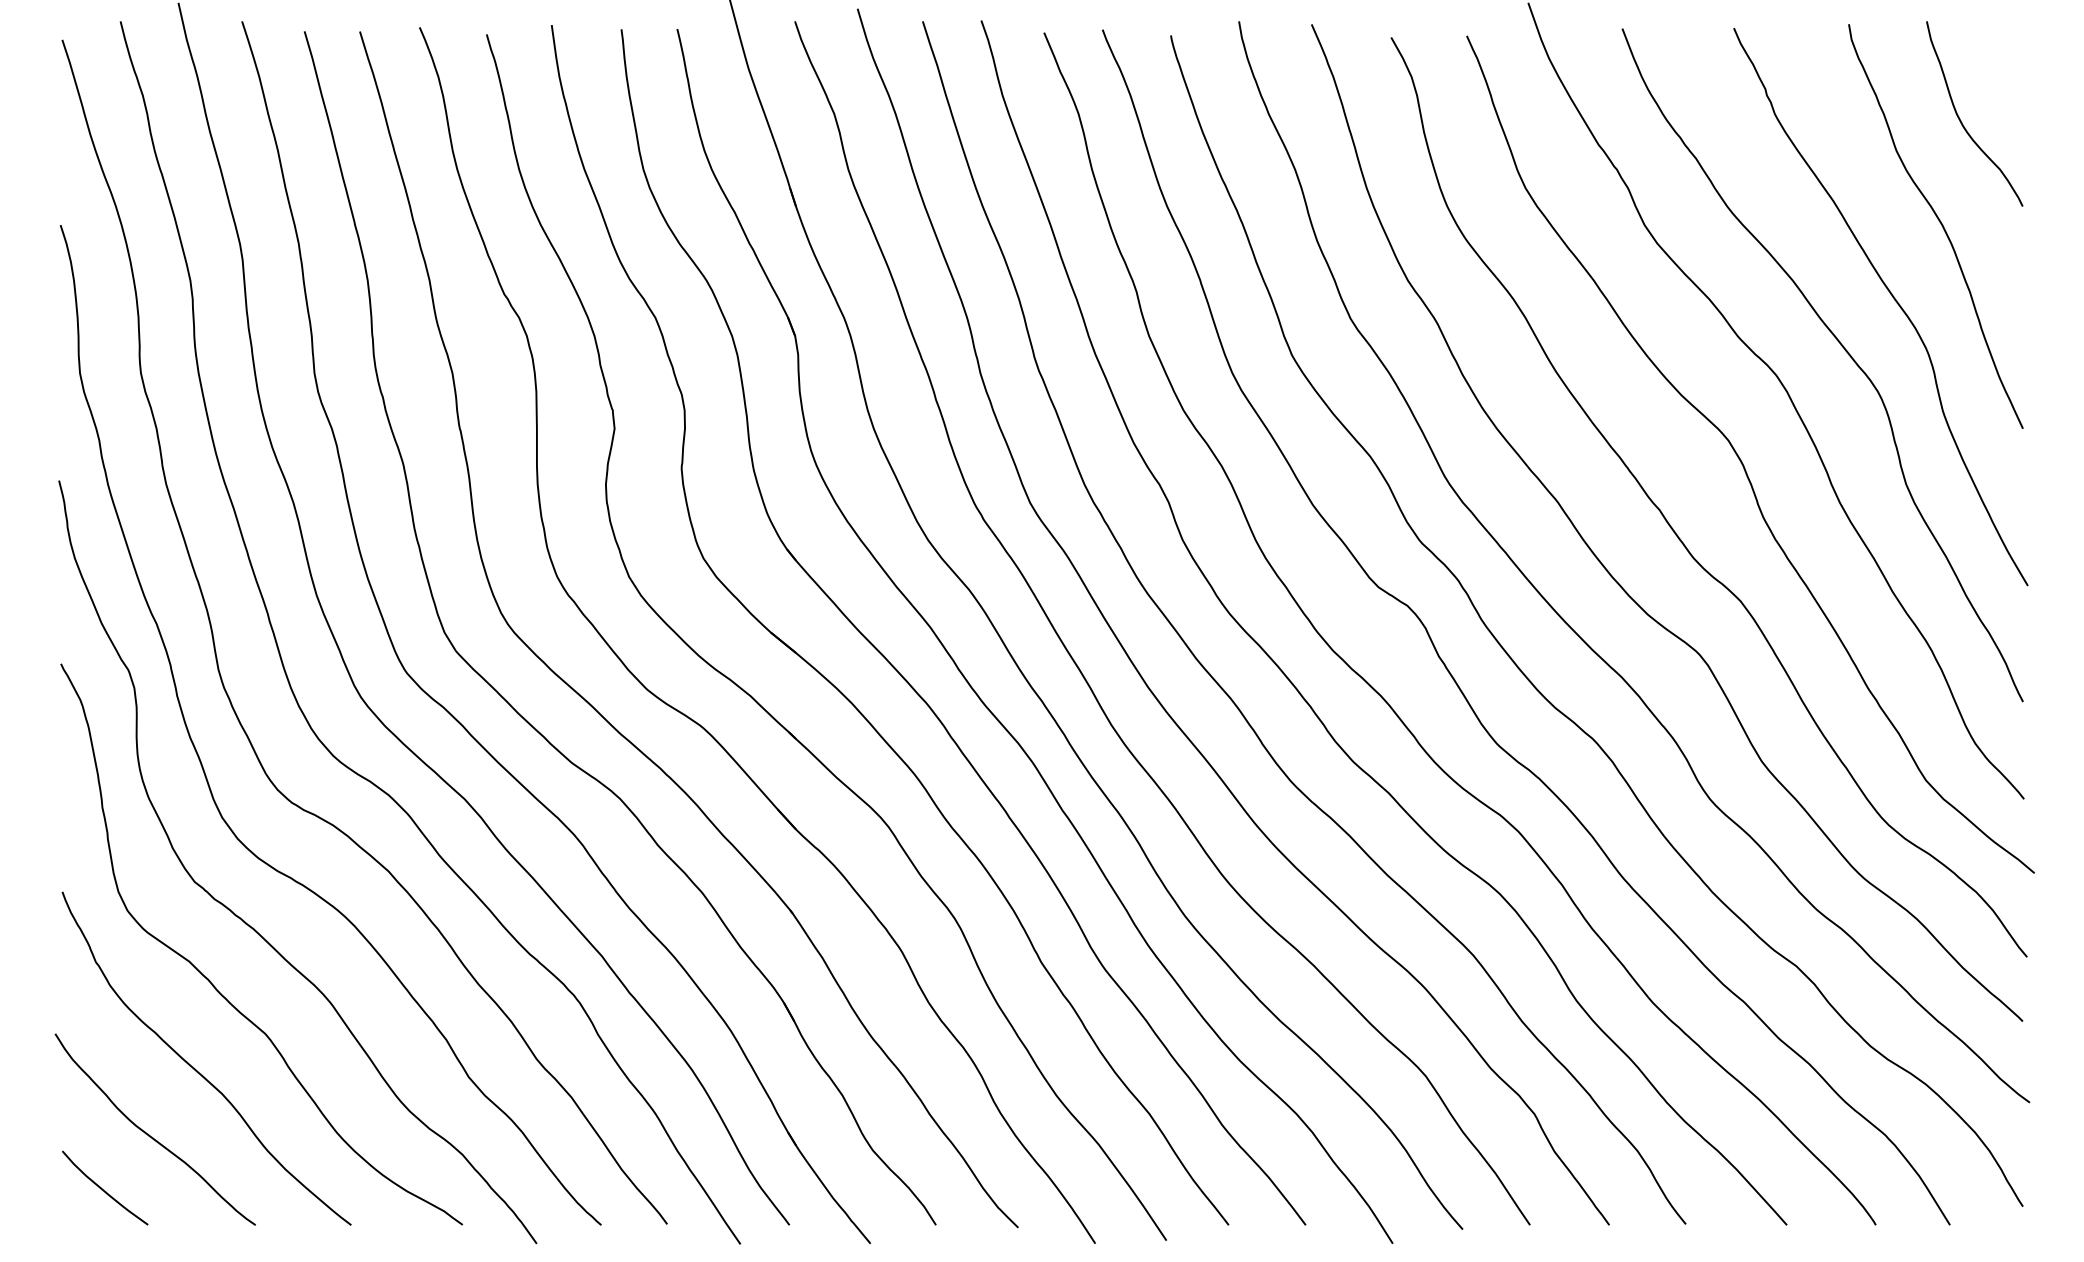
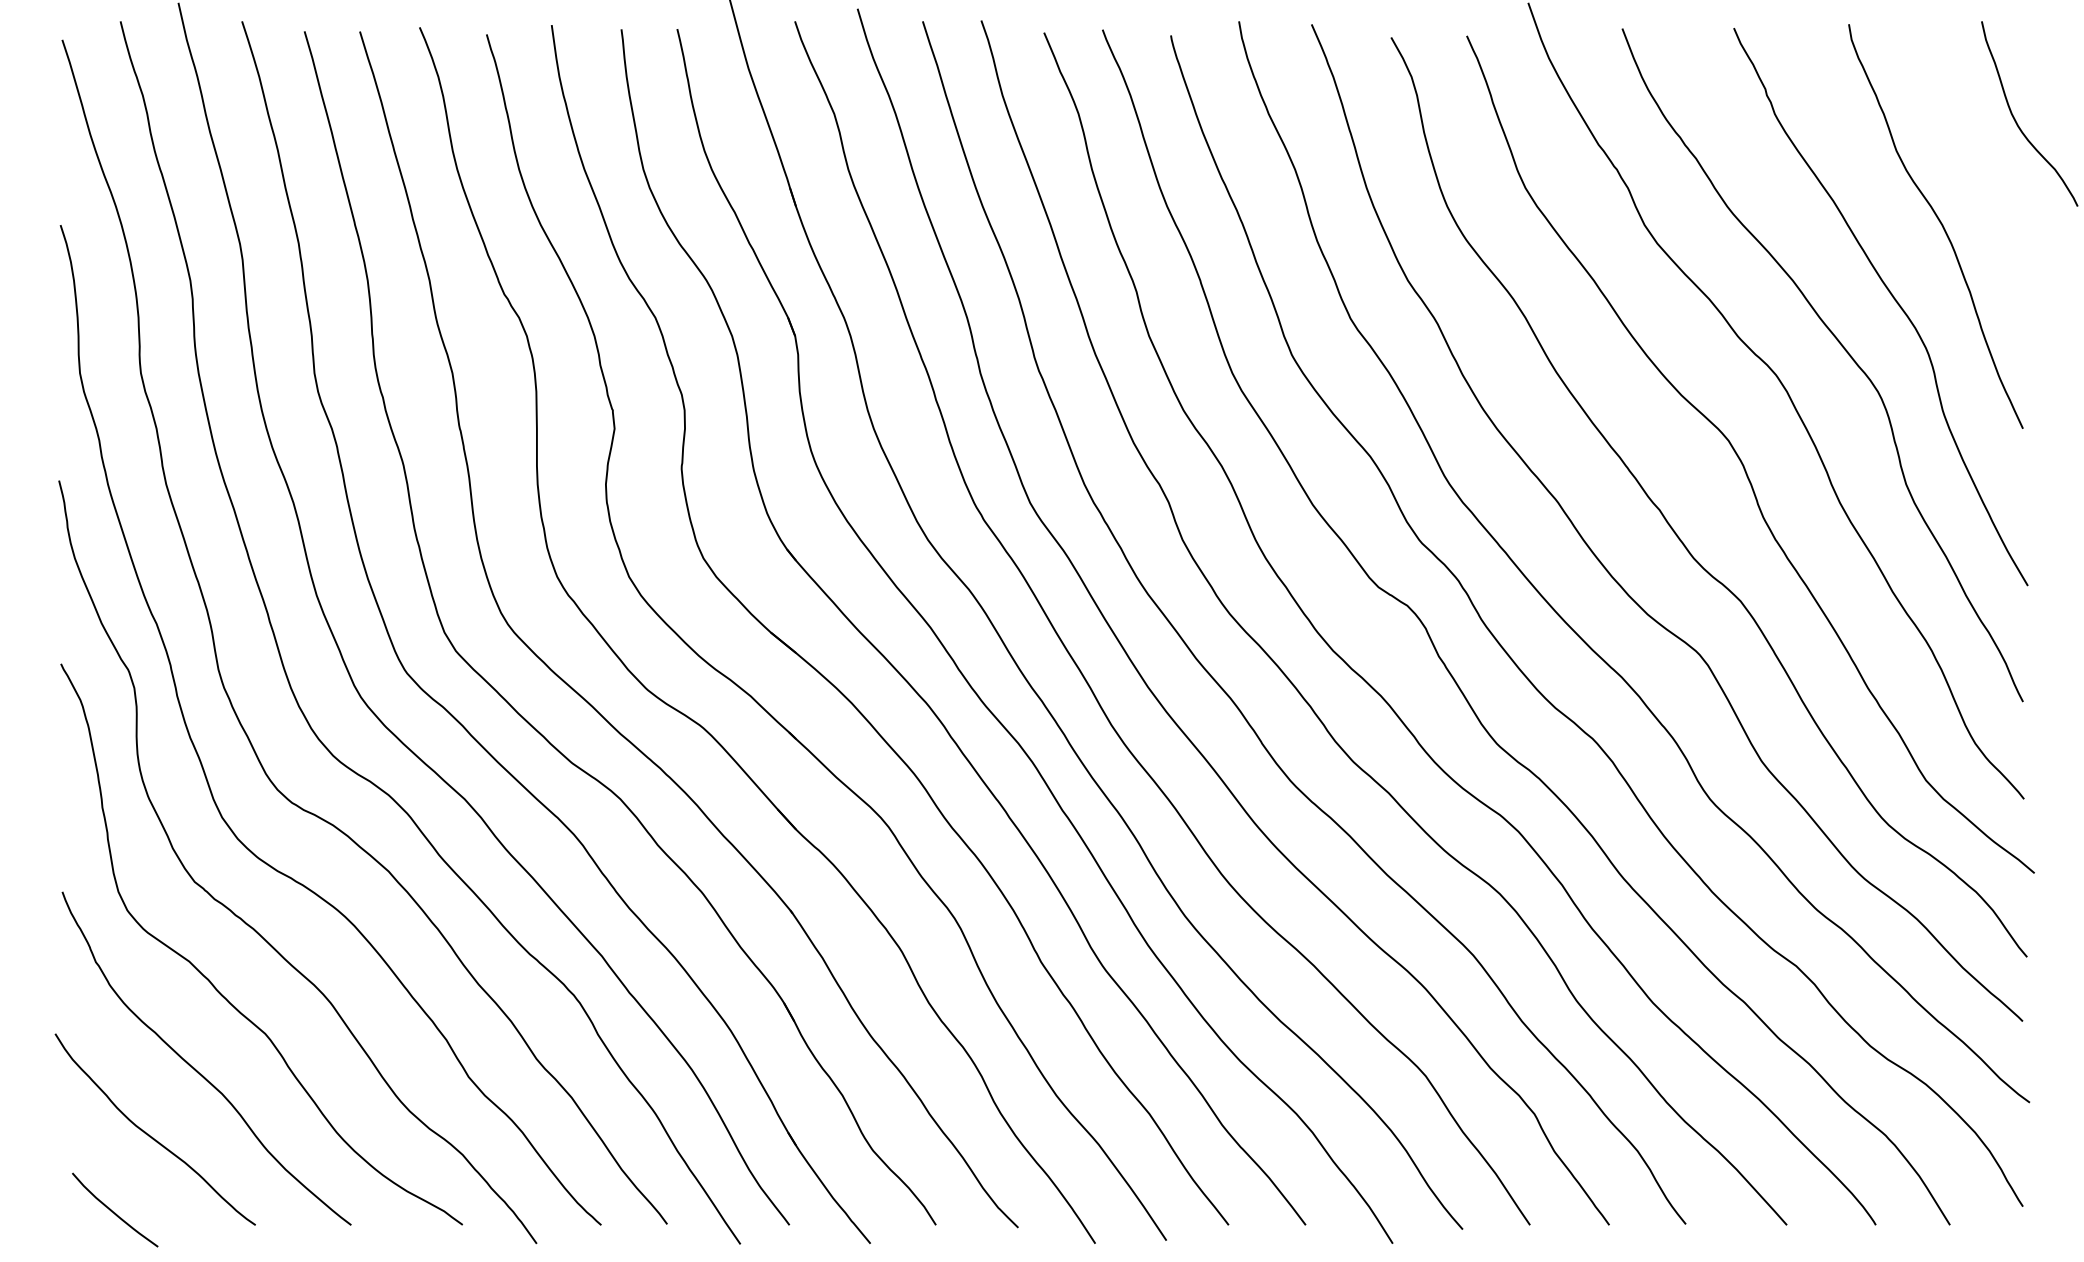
curve at (1961, 120) position: (1961, 120) -> (2016, 120)
curve at (103, 1189) position: (103, 1189) -> (113, 1211)
